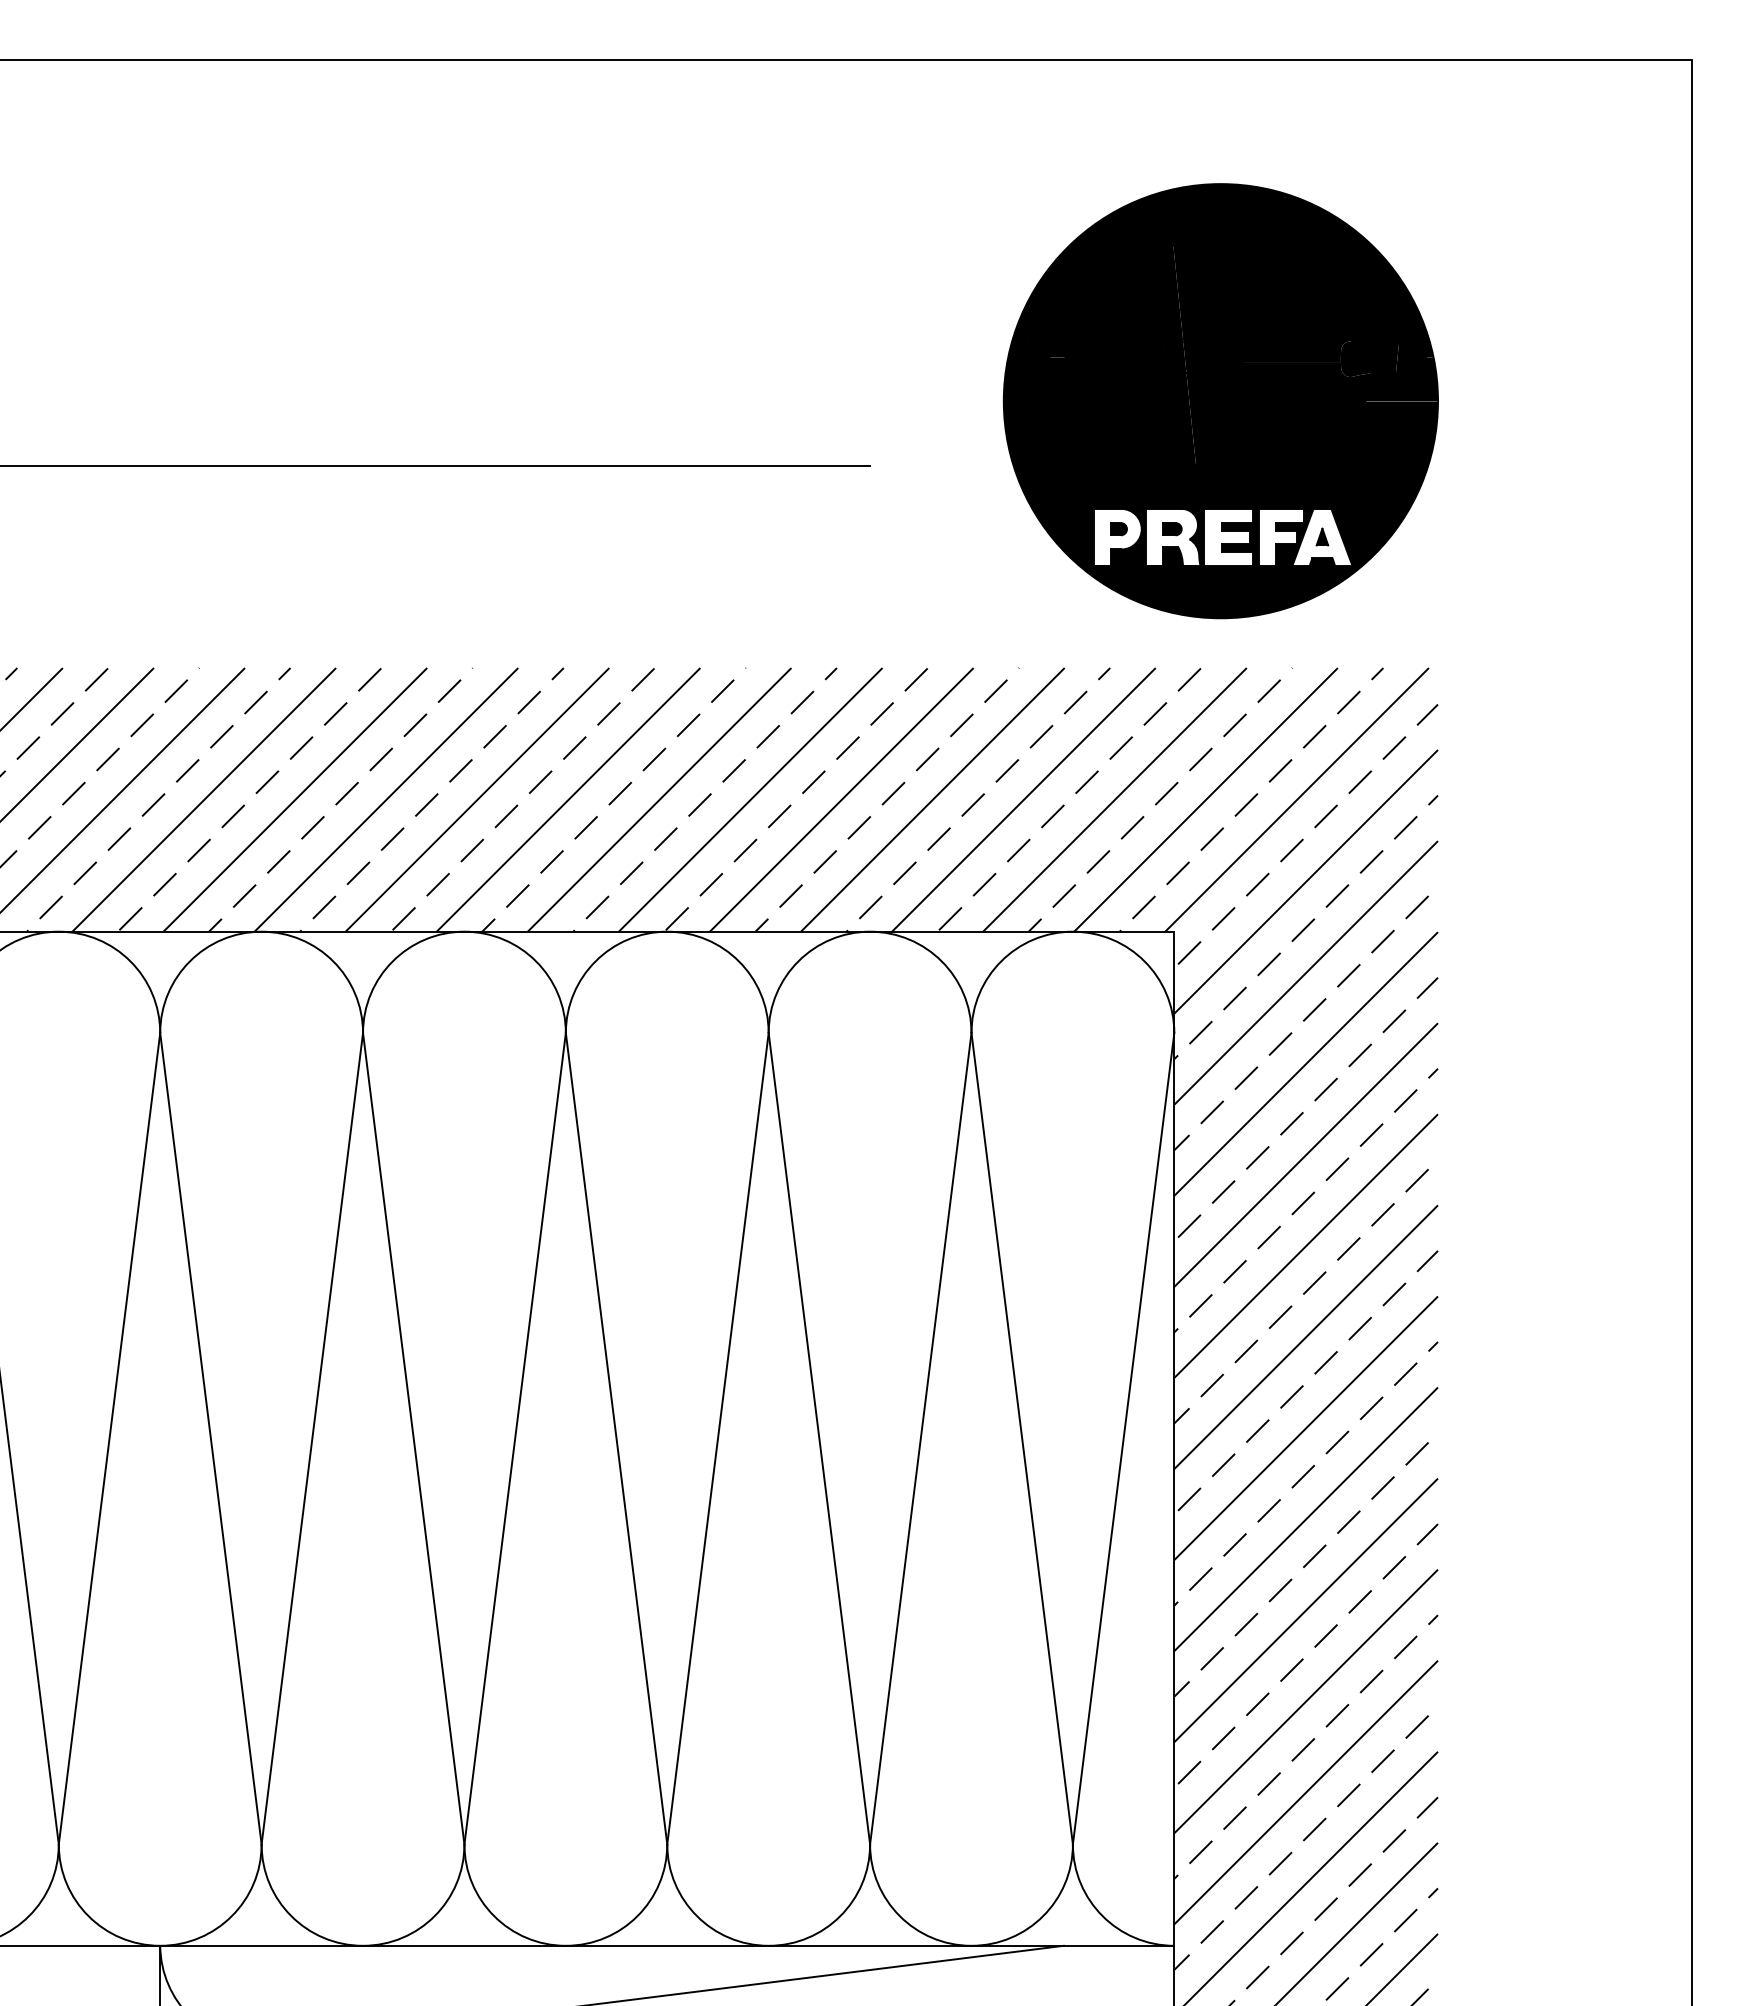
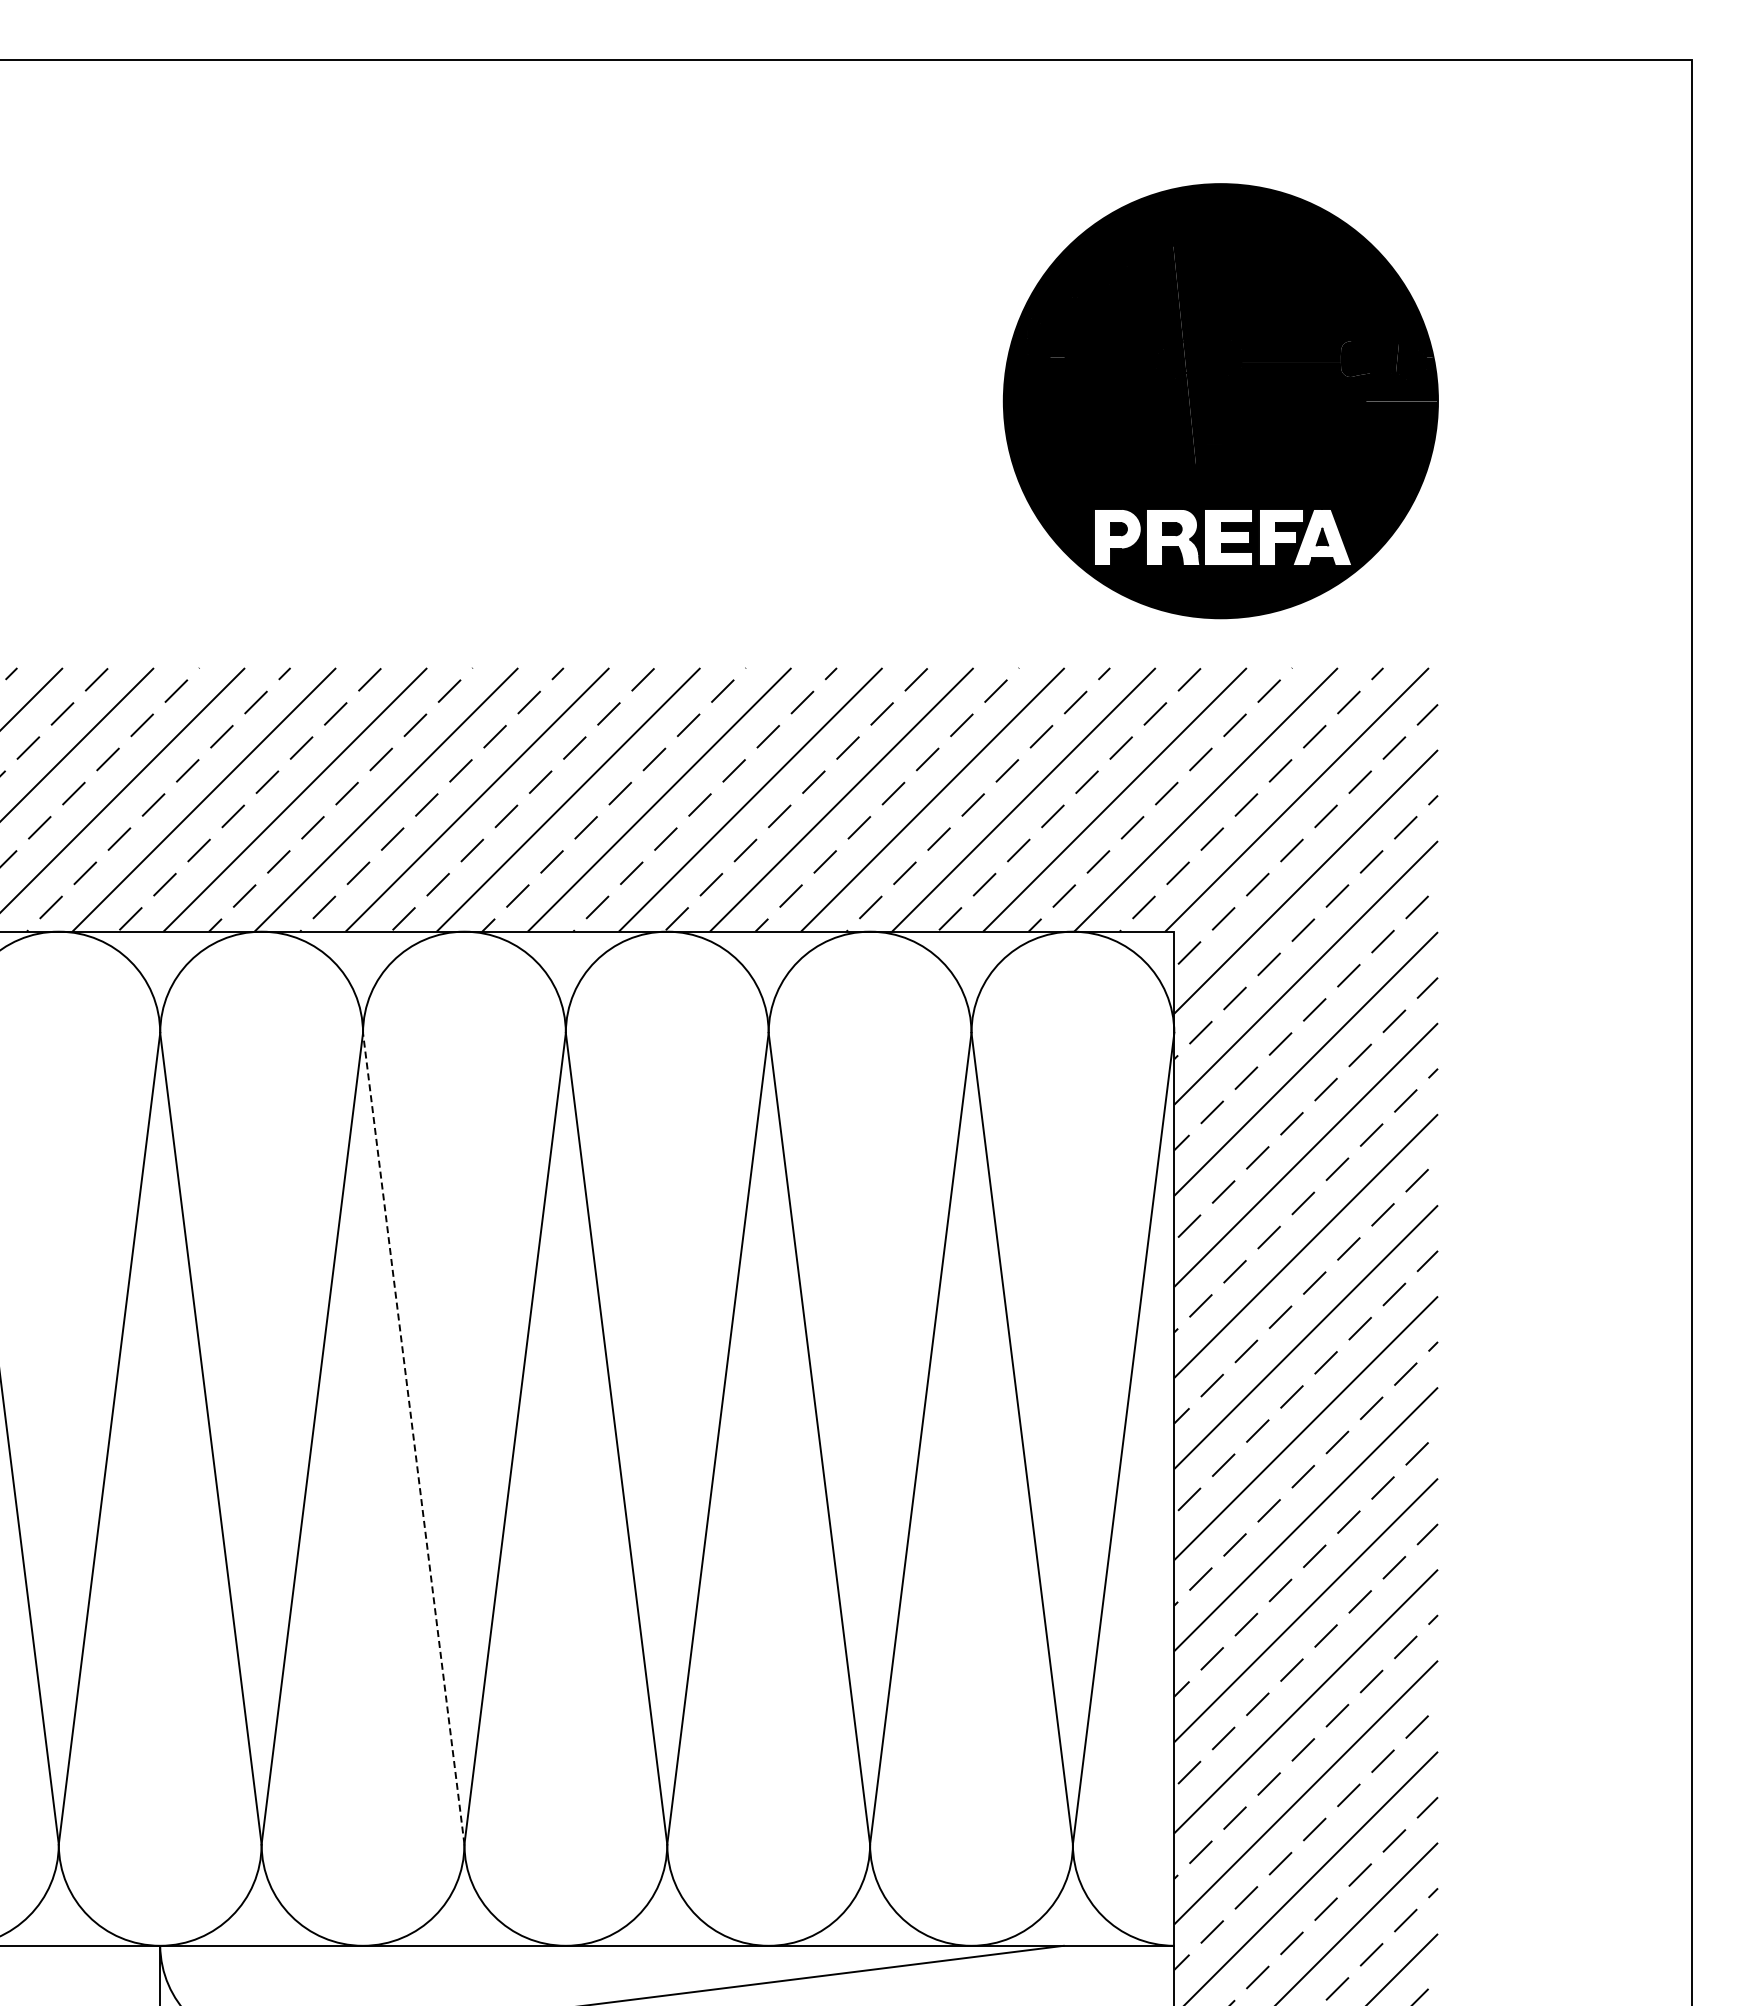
line at (436, 465): present -> none
line at (413, 1438): solid -> dashed
